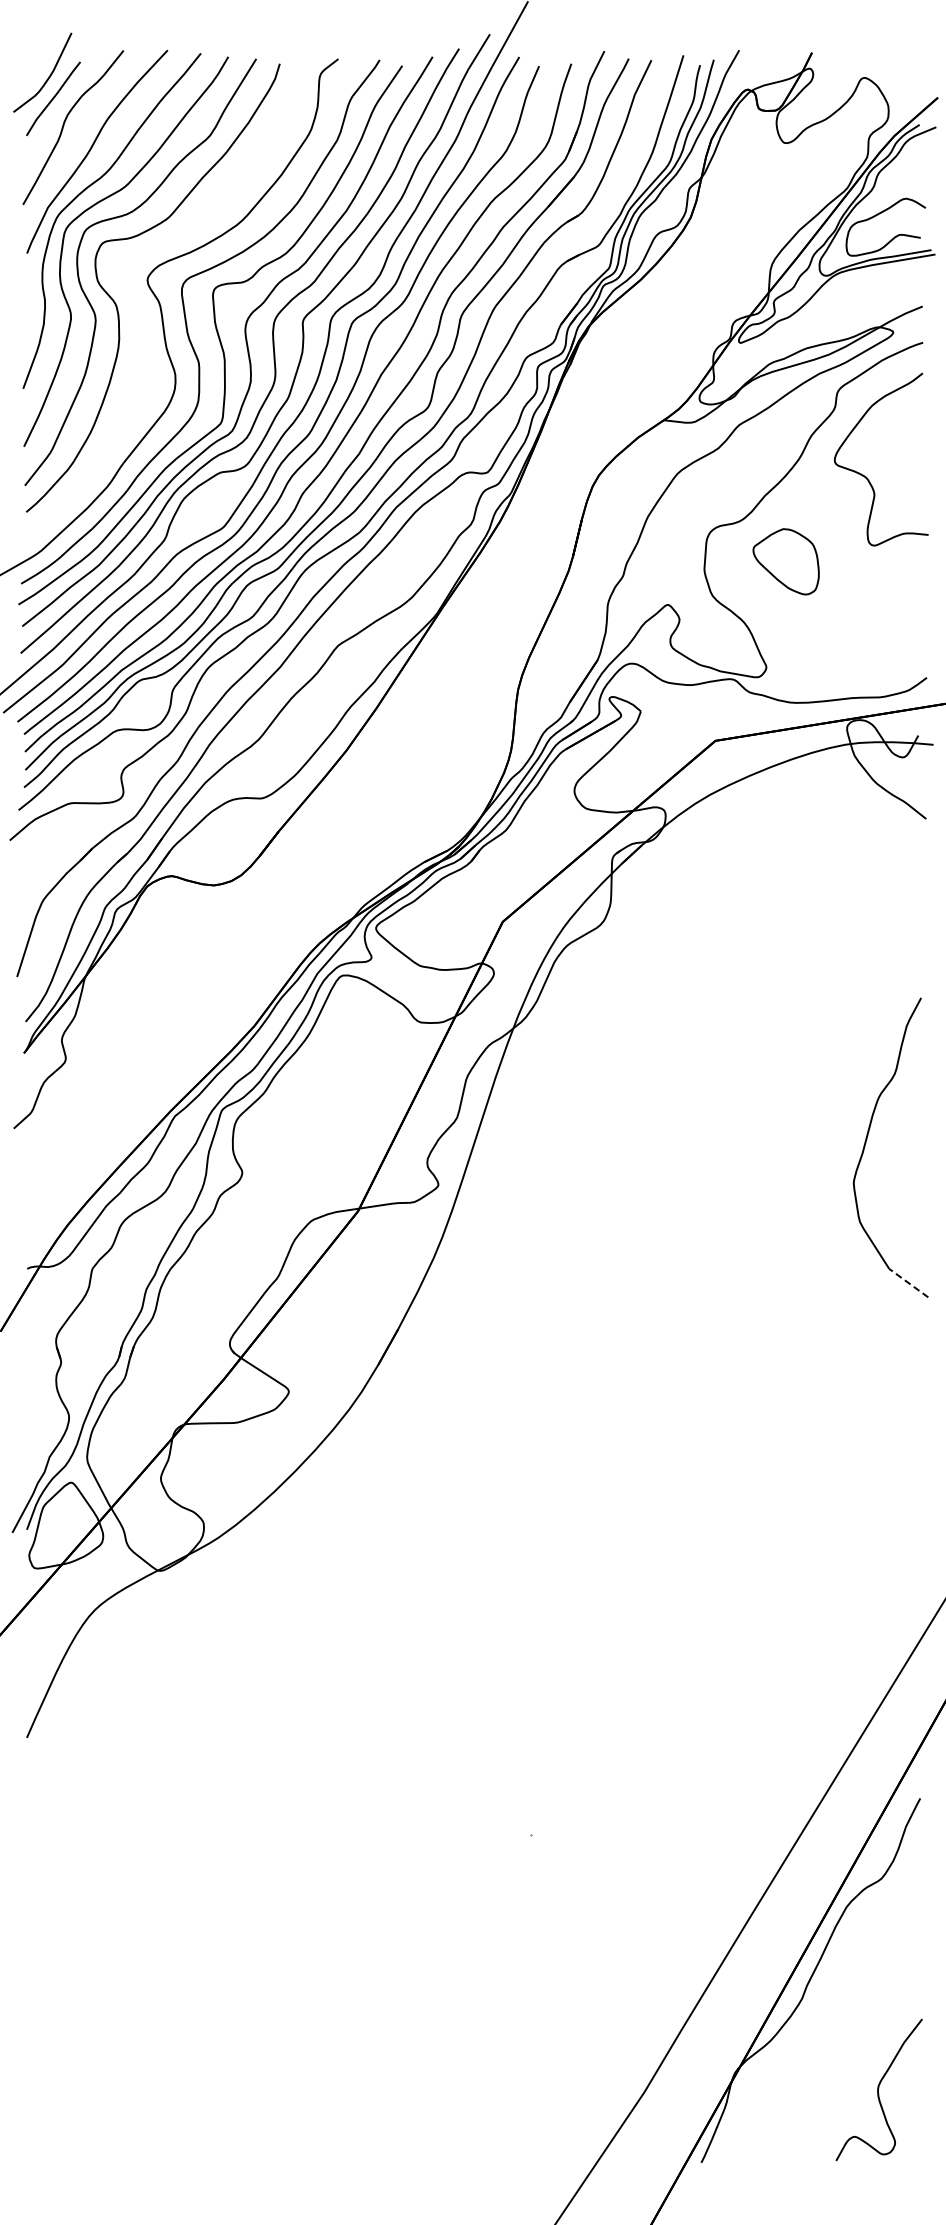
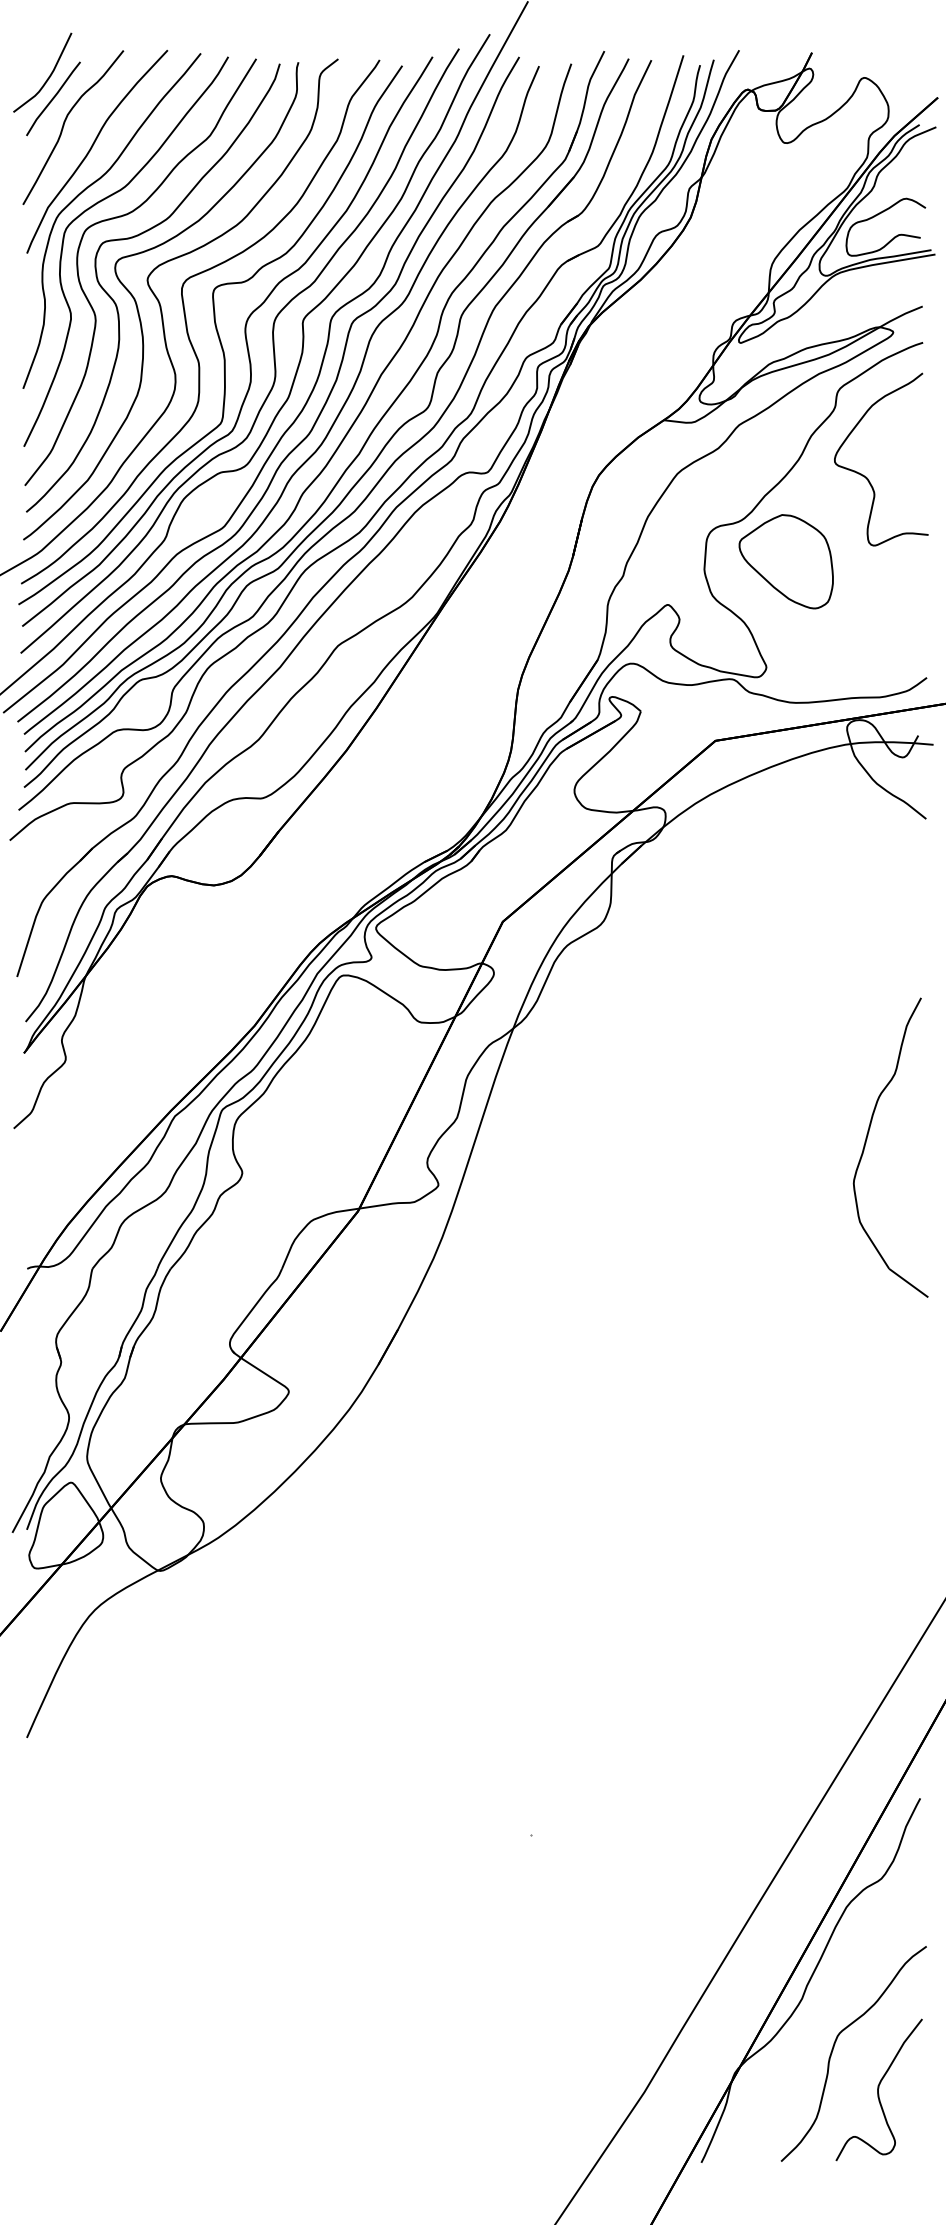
curve at (138, 307): none -> present
part at (785, 561) size: 68x68 px -> 96x96 px
line at (908, 1282): dashed -> solid
curve at (834, 2047): none -> present
